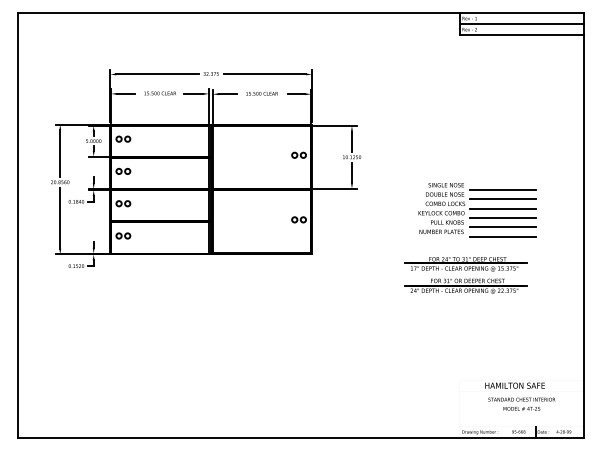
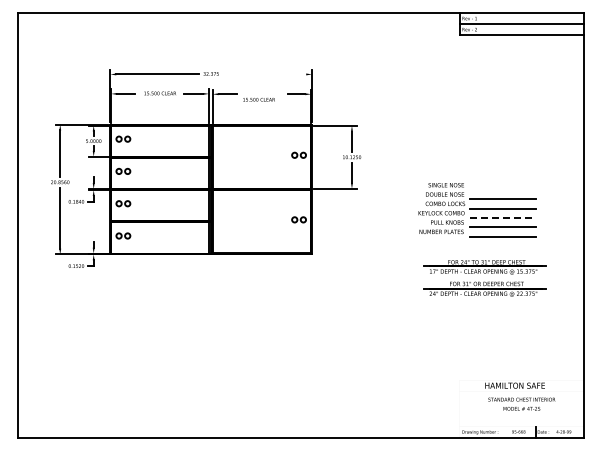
line at (264, 74): present -> none
text at (261, 93) position: (261, 93) -> (258, 99)
line at (503, 190): present -> none
line at (503, 218): solid -> dashed
part at (465, 275) position: (465, 275) -> (484, 278)
